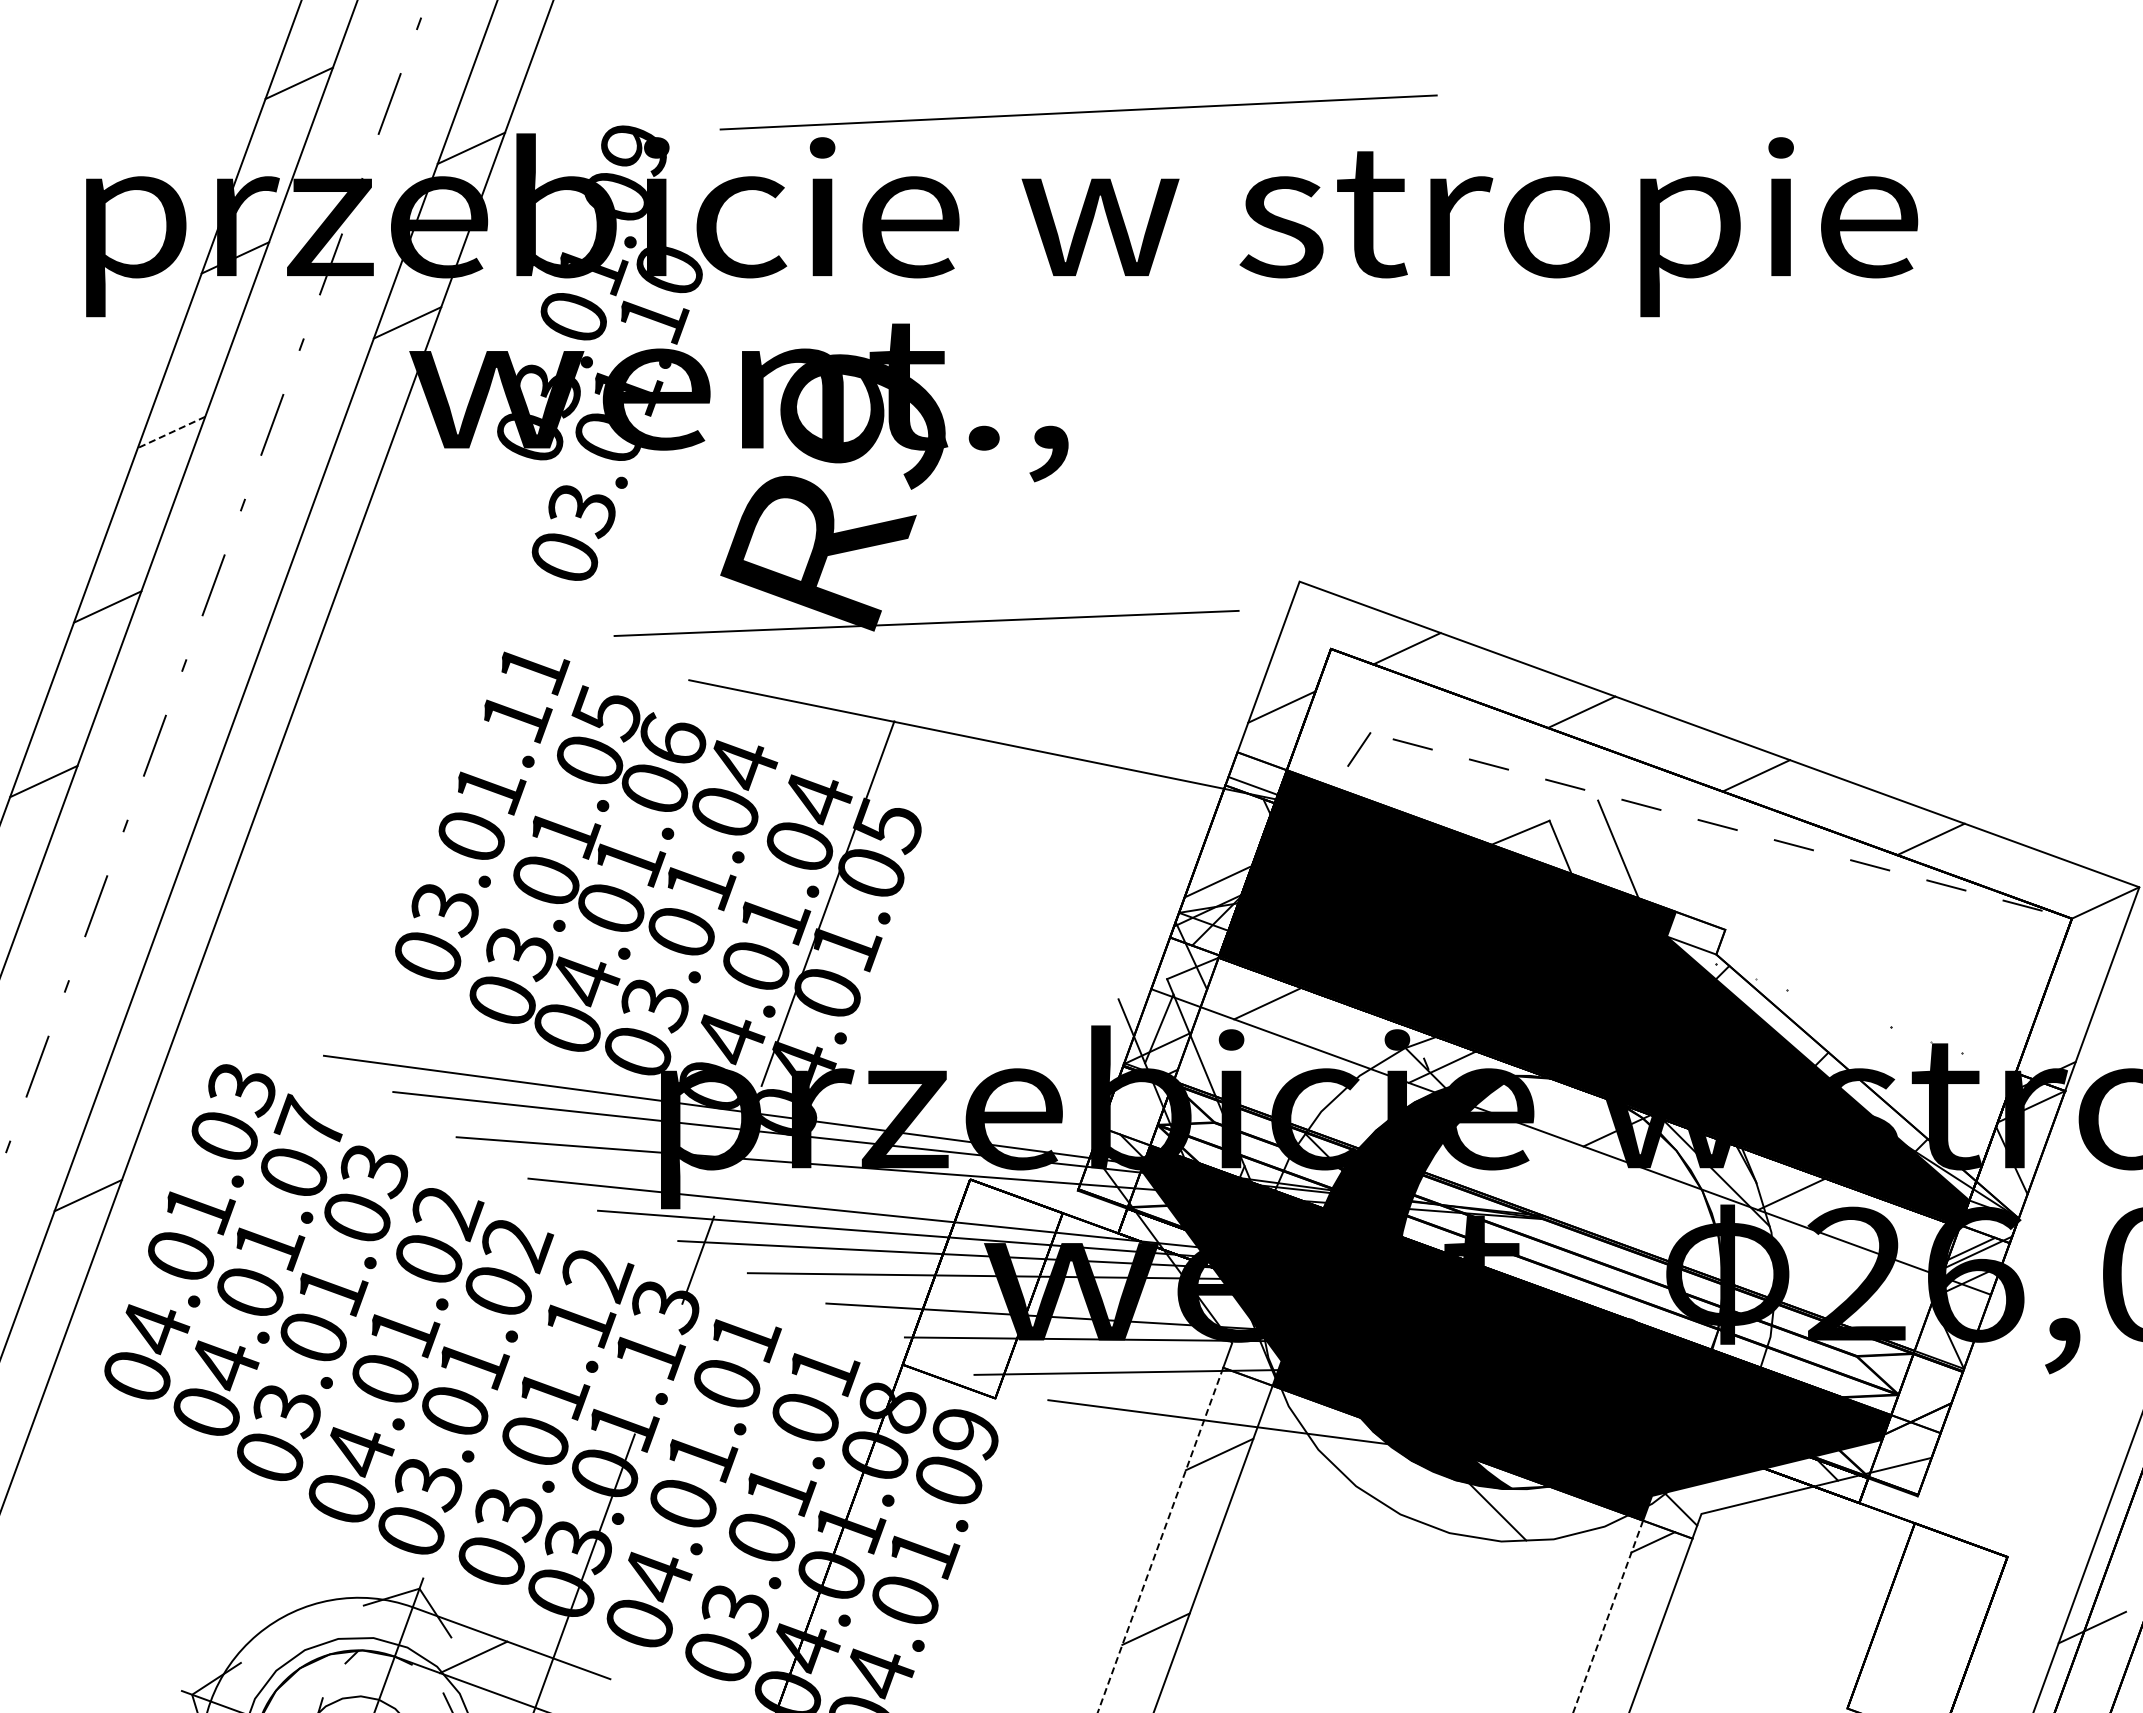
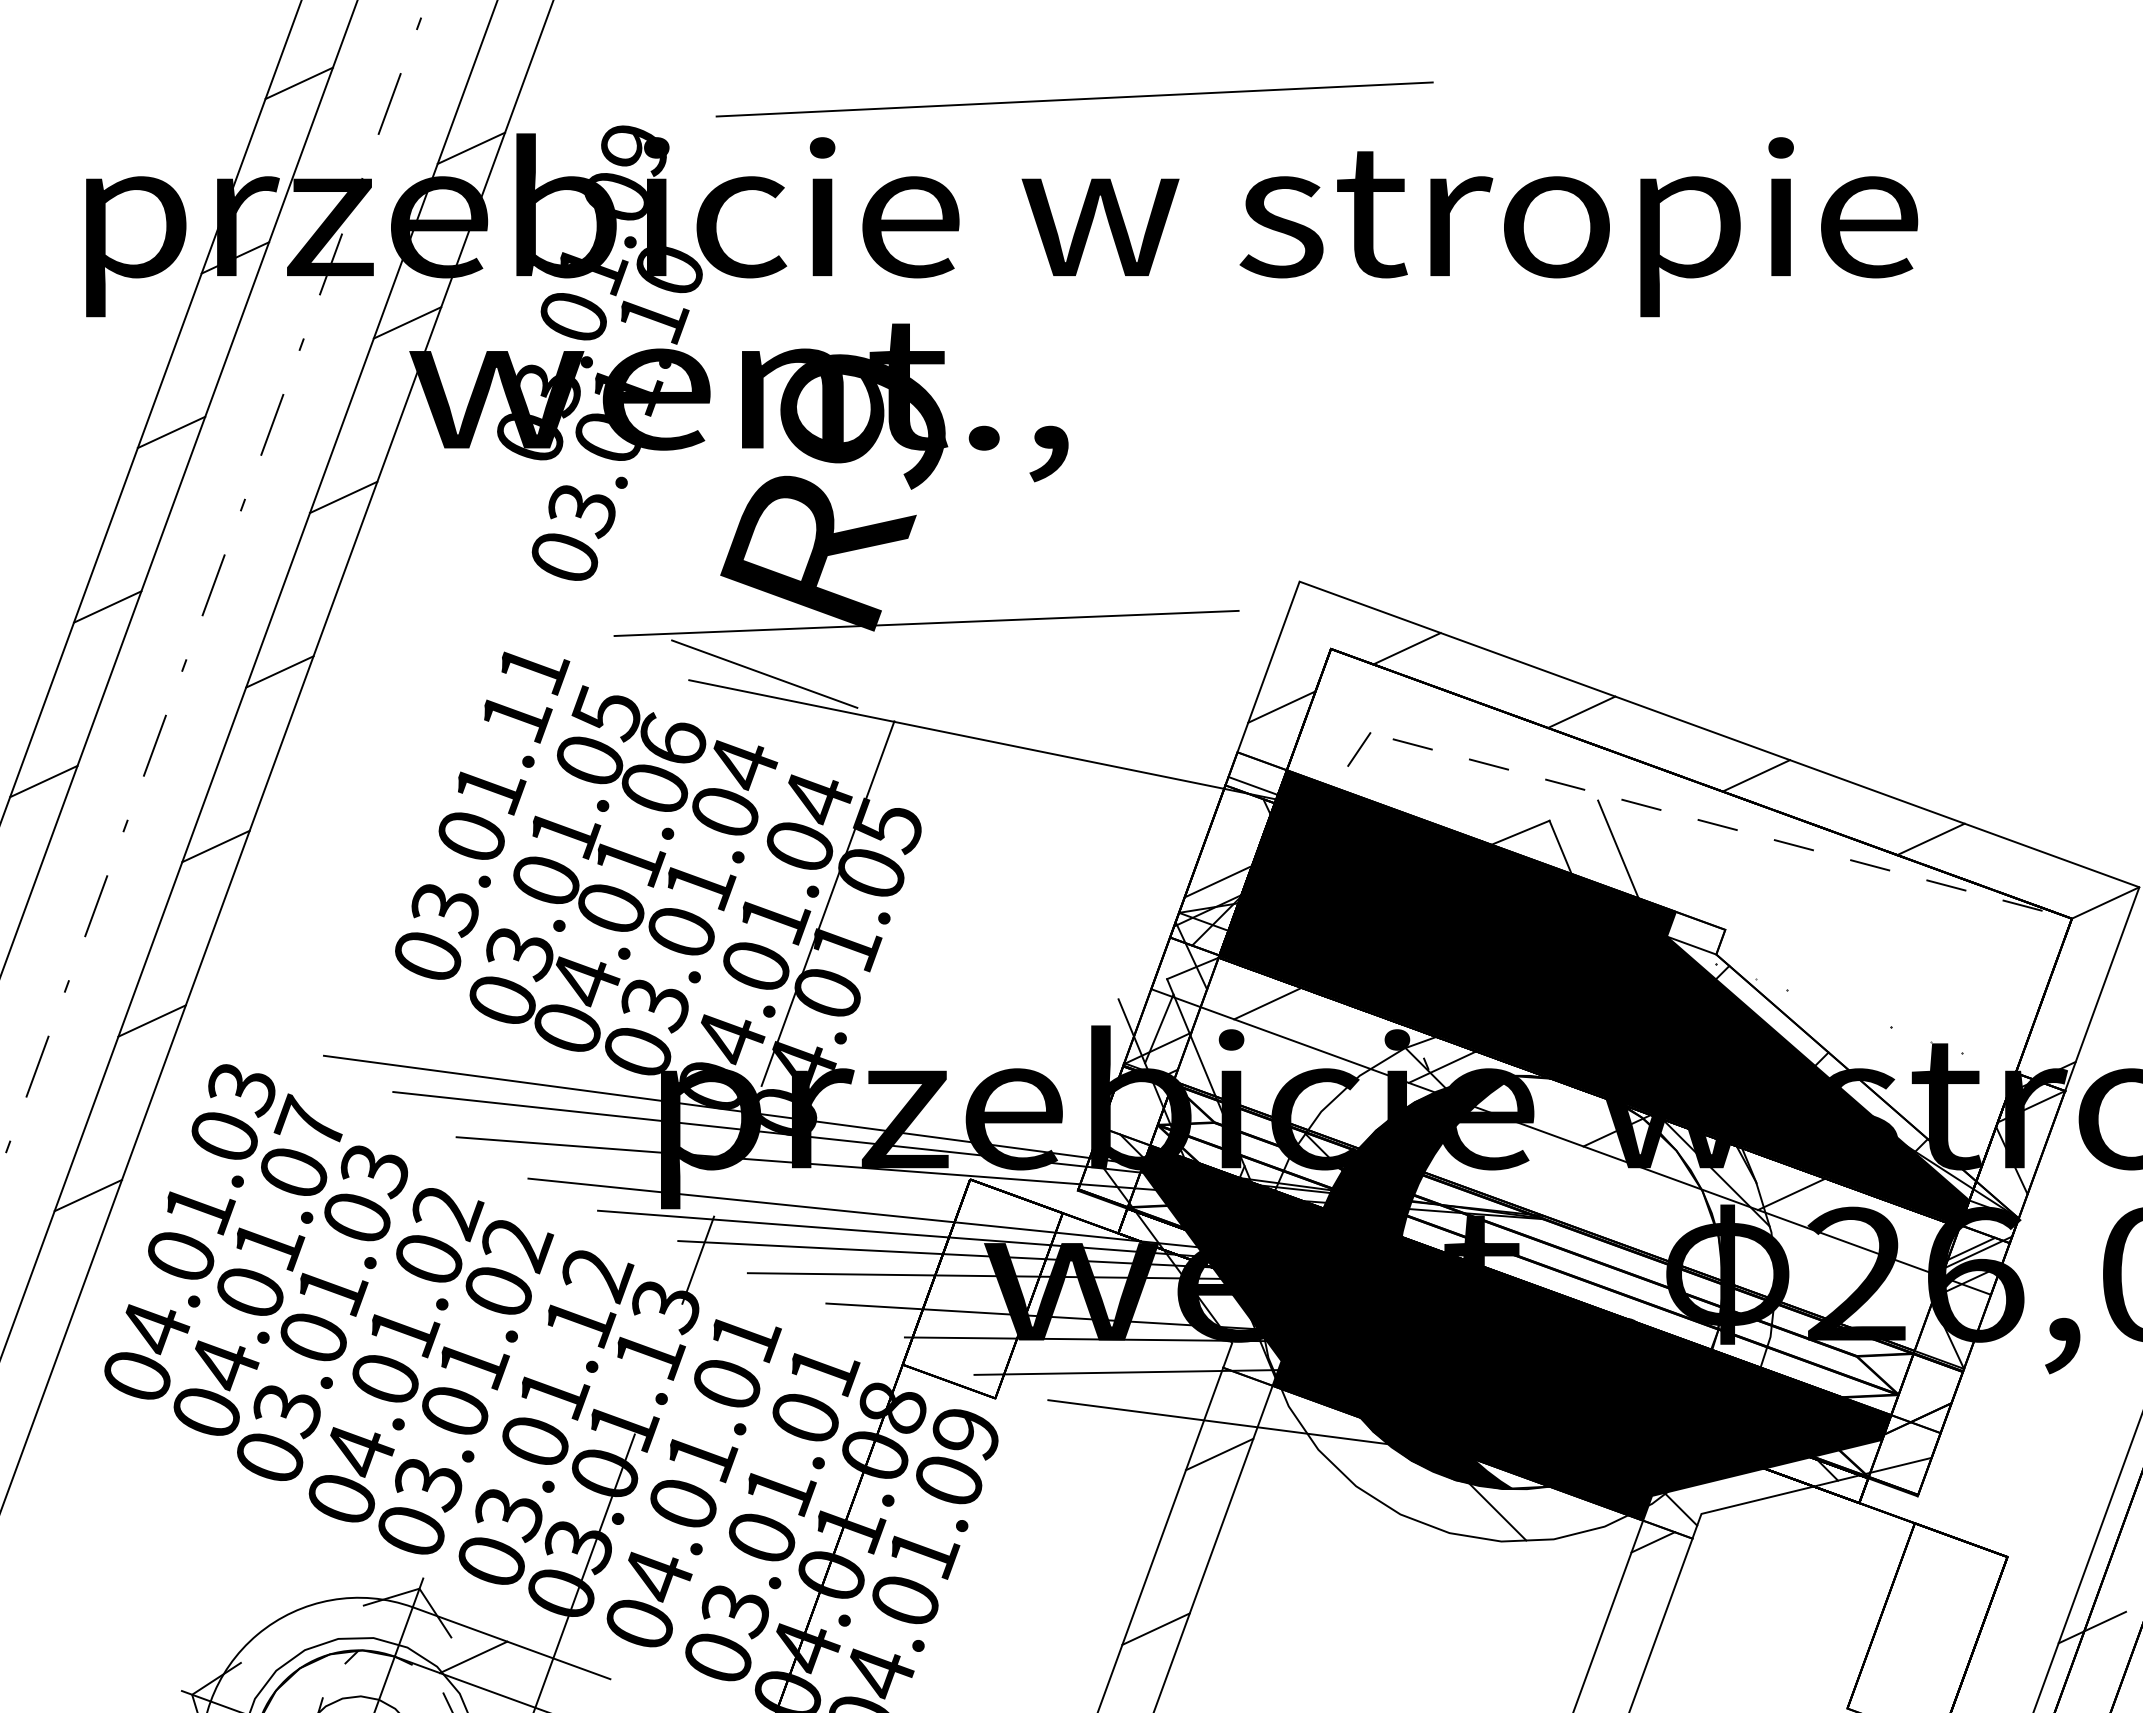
line at (1078, 112) position: (1078, 112) -> (1074, 99)
line at (171, 432): dashed -> solid
line at (343, 497): none -> present
line at (279, 671): none -> present
line at (764, 673): none -> present
line at (215, 846): none -> present
line at (151, 1020): none -> present
line at (1160, 1540): dashed -> solid
line at (1608, 1616): dashed -> solid
